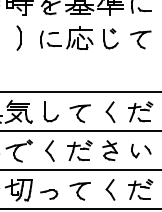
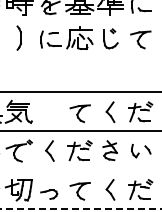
part at (50, 111): present -> none
line at (80, 170): present -> none
line at (80, 208): solid -> dashed
